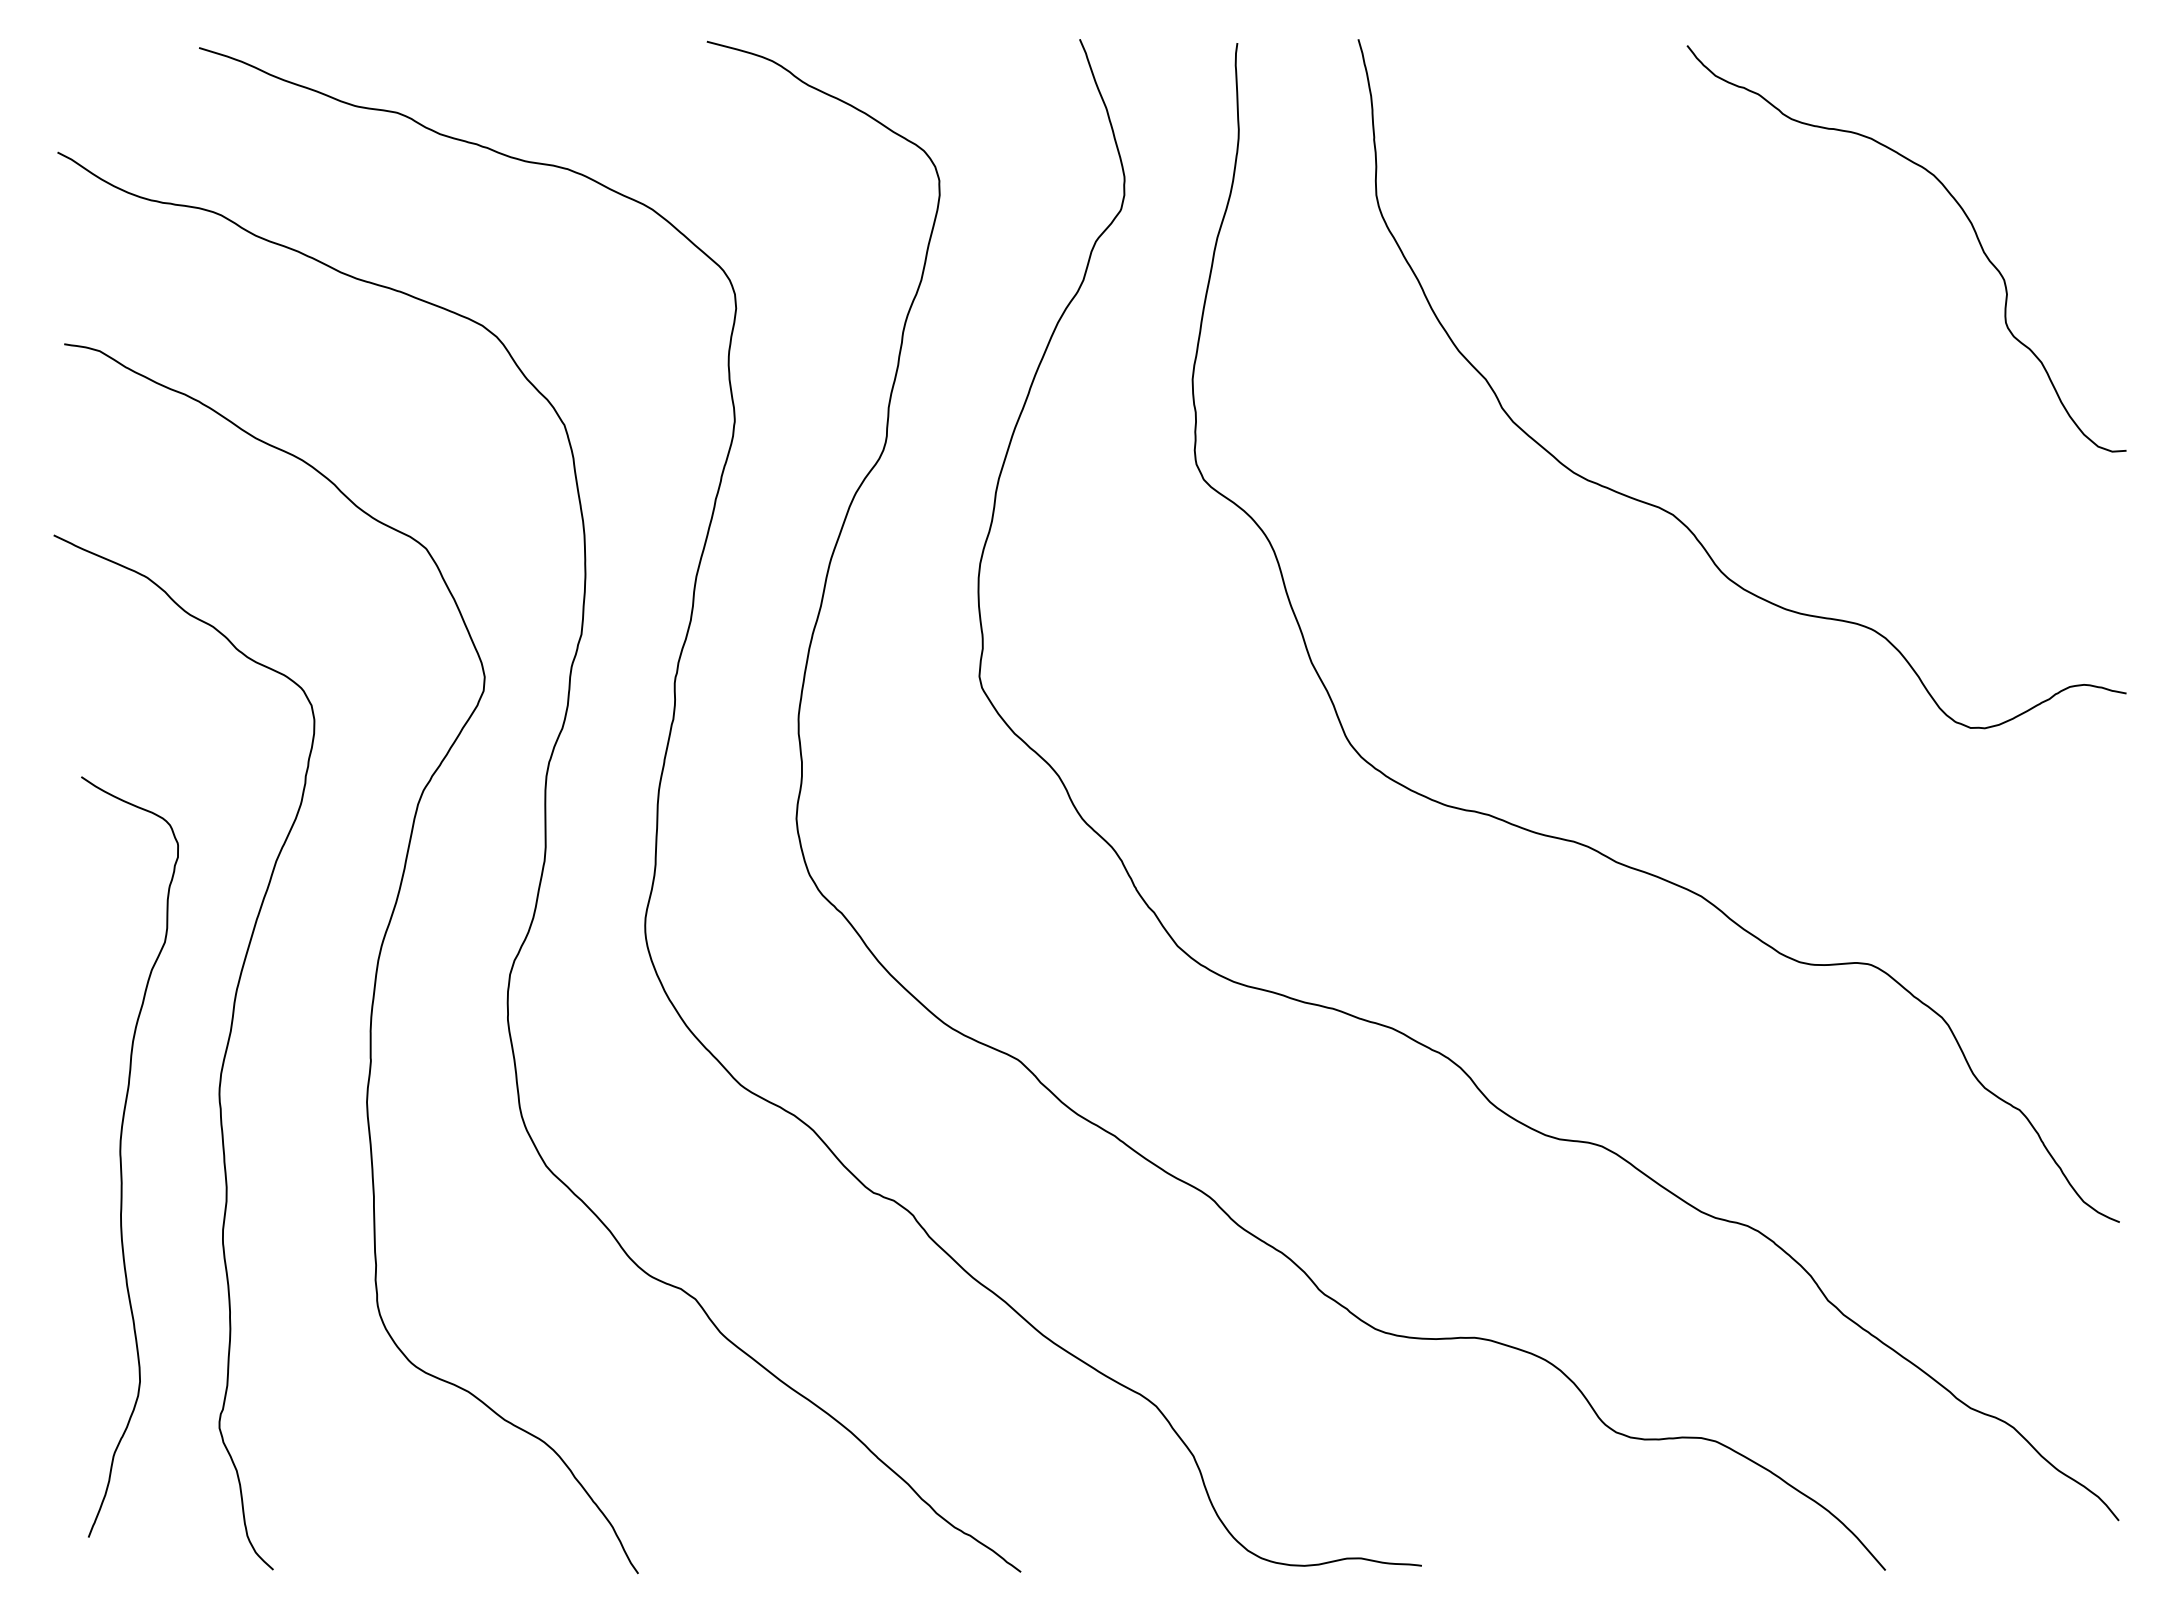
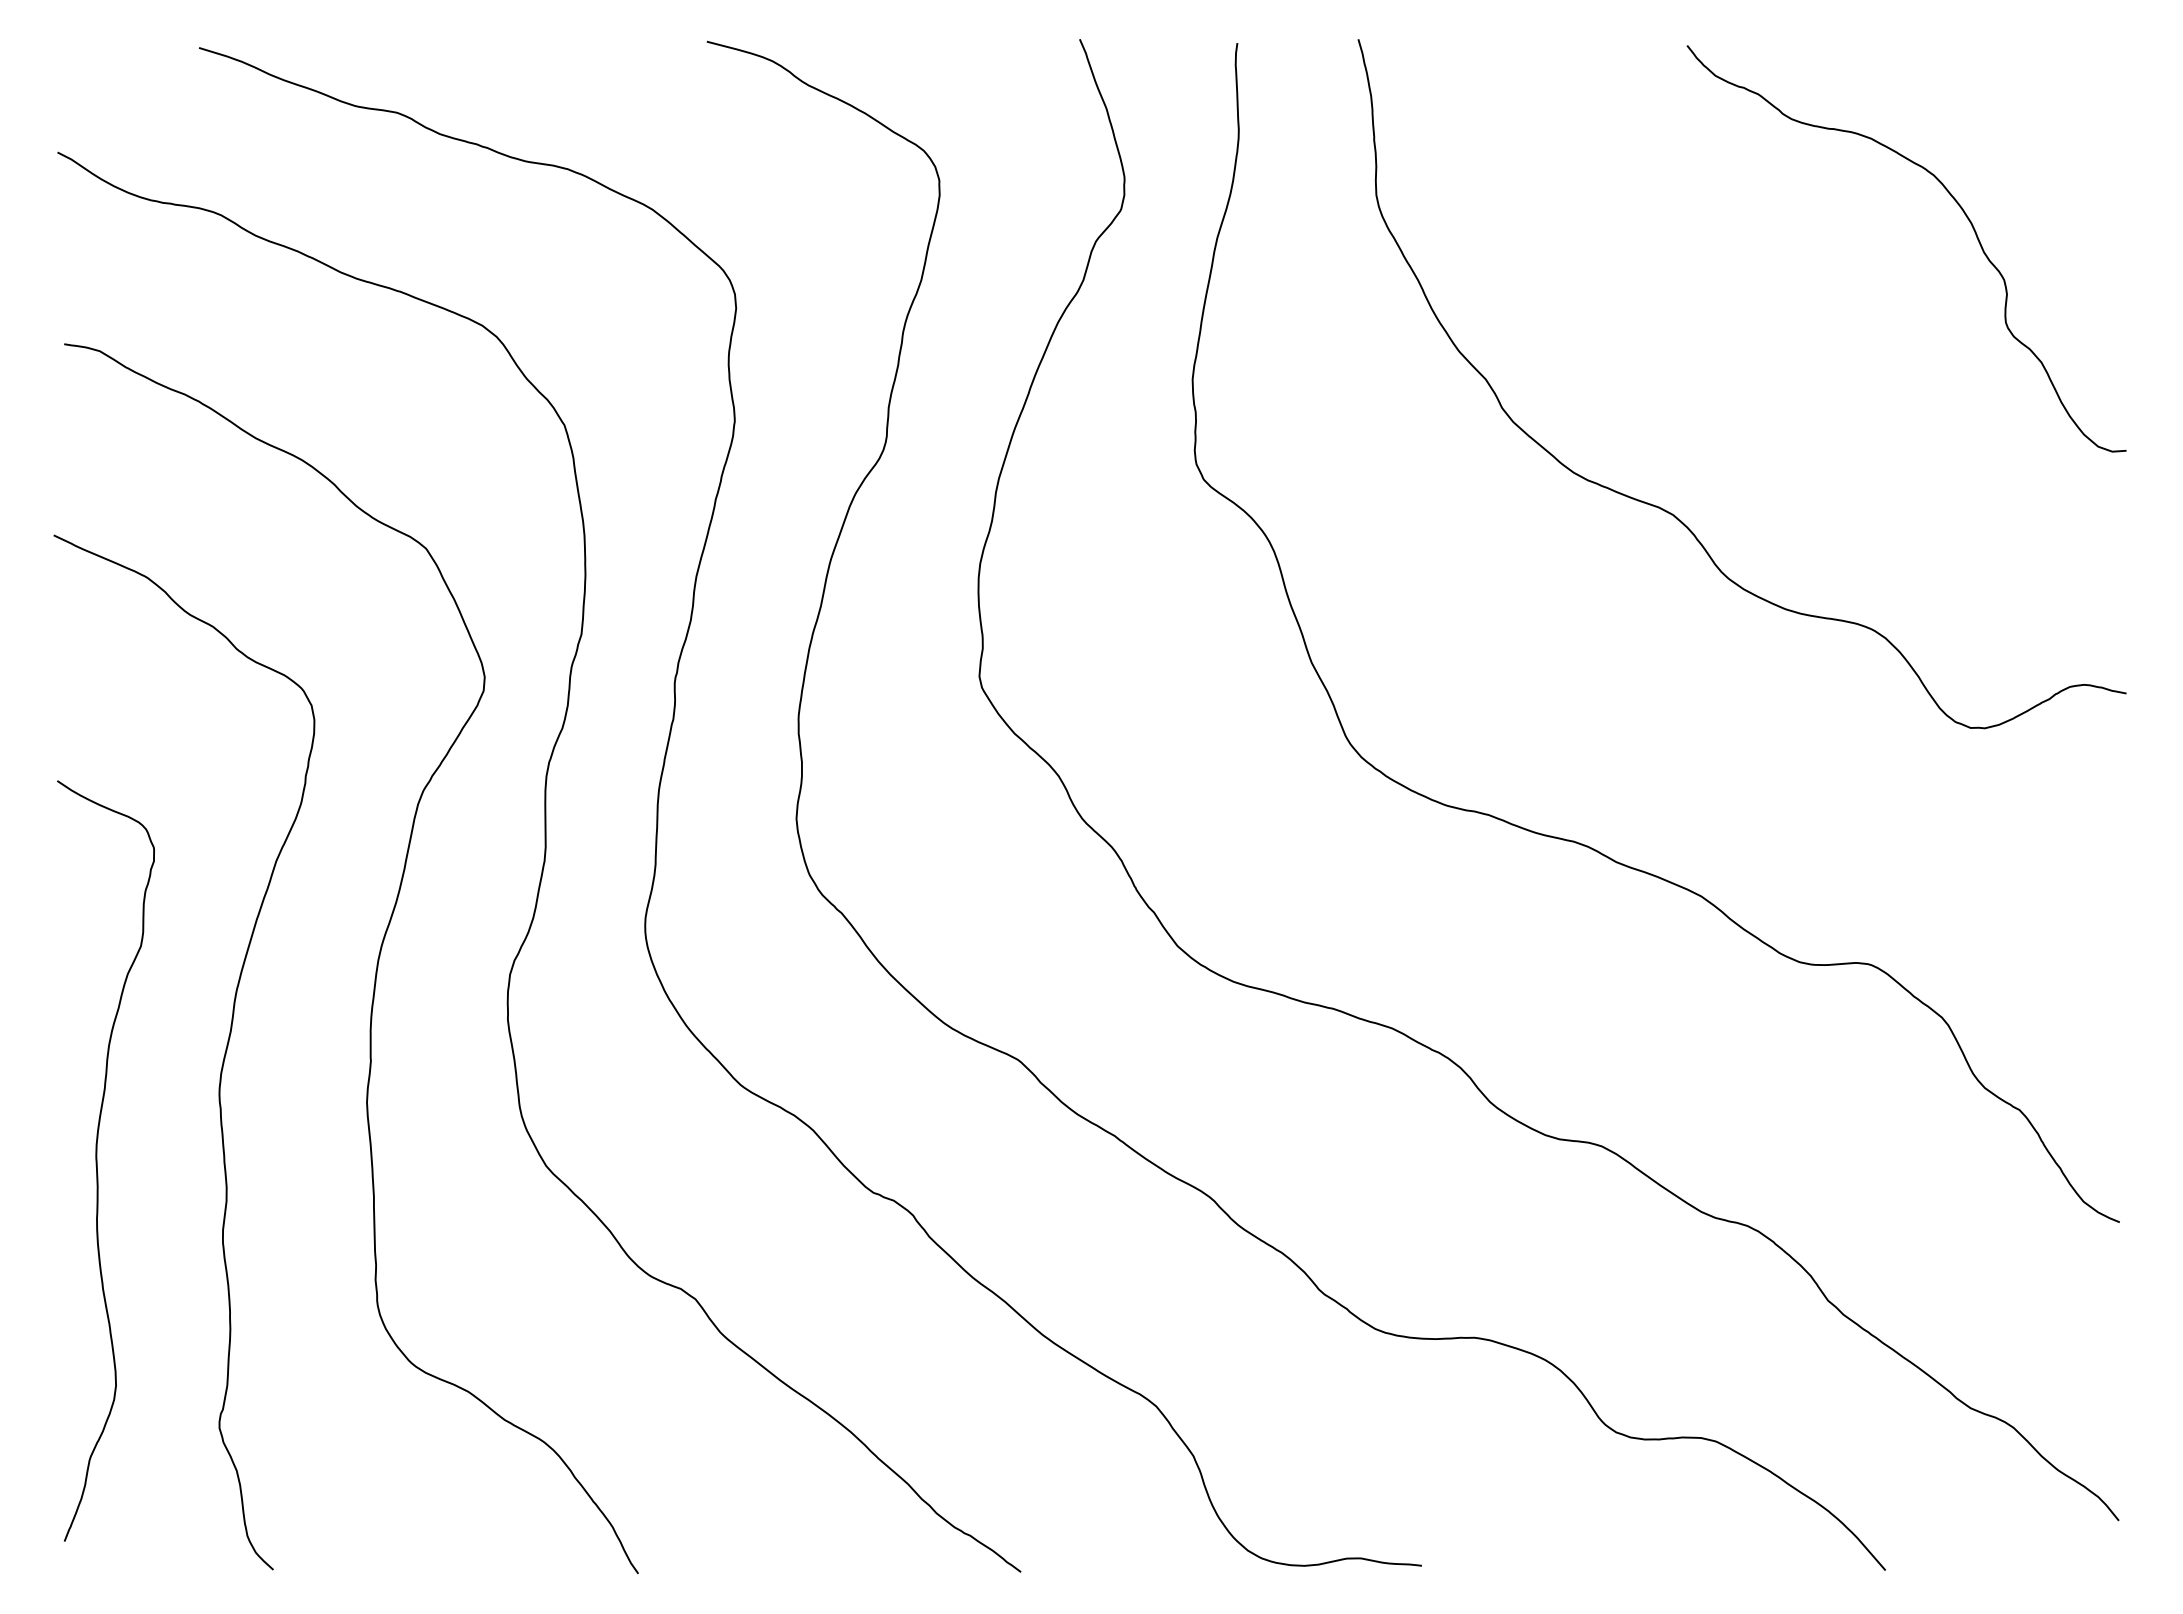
curve at (121, 1156) position: (121, 1156) -> (97, 1160)
